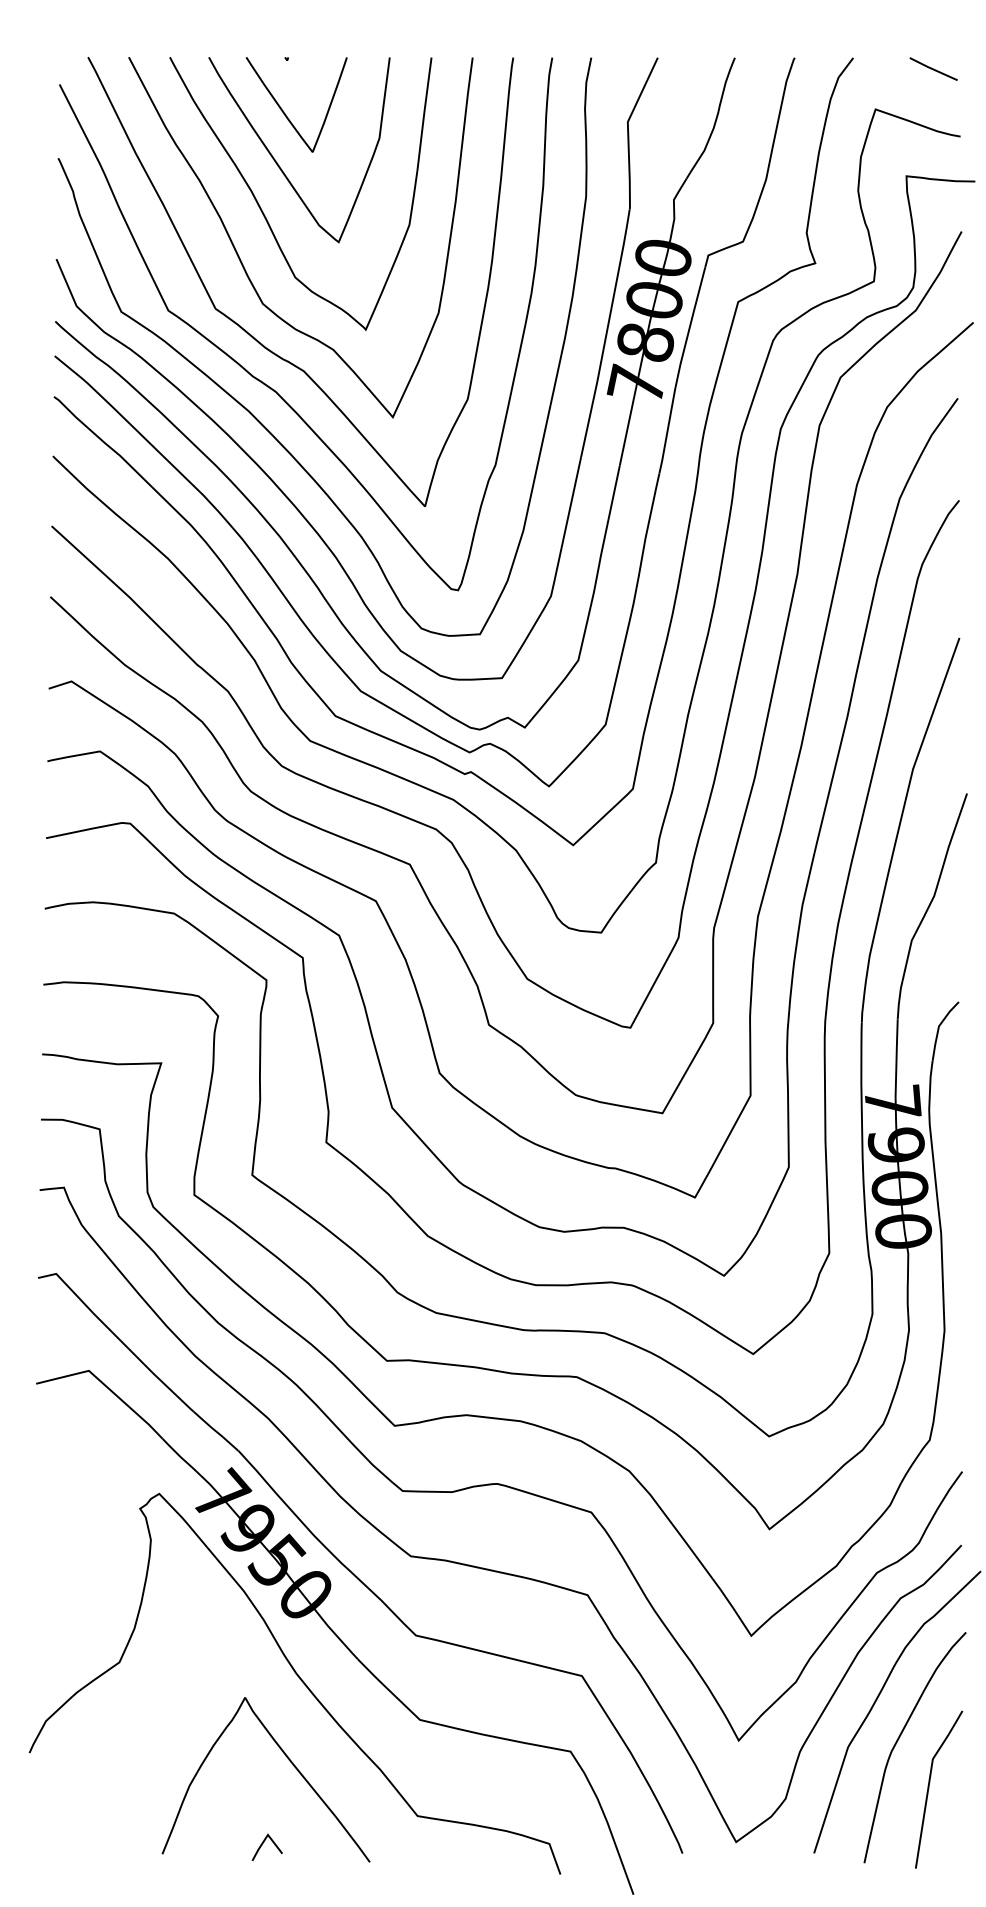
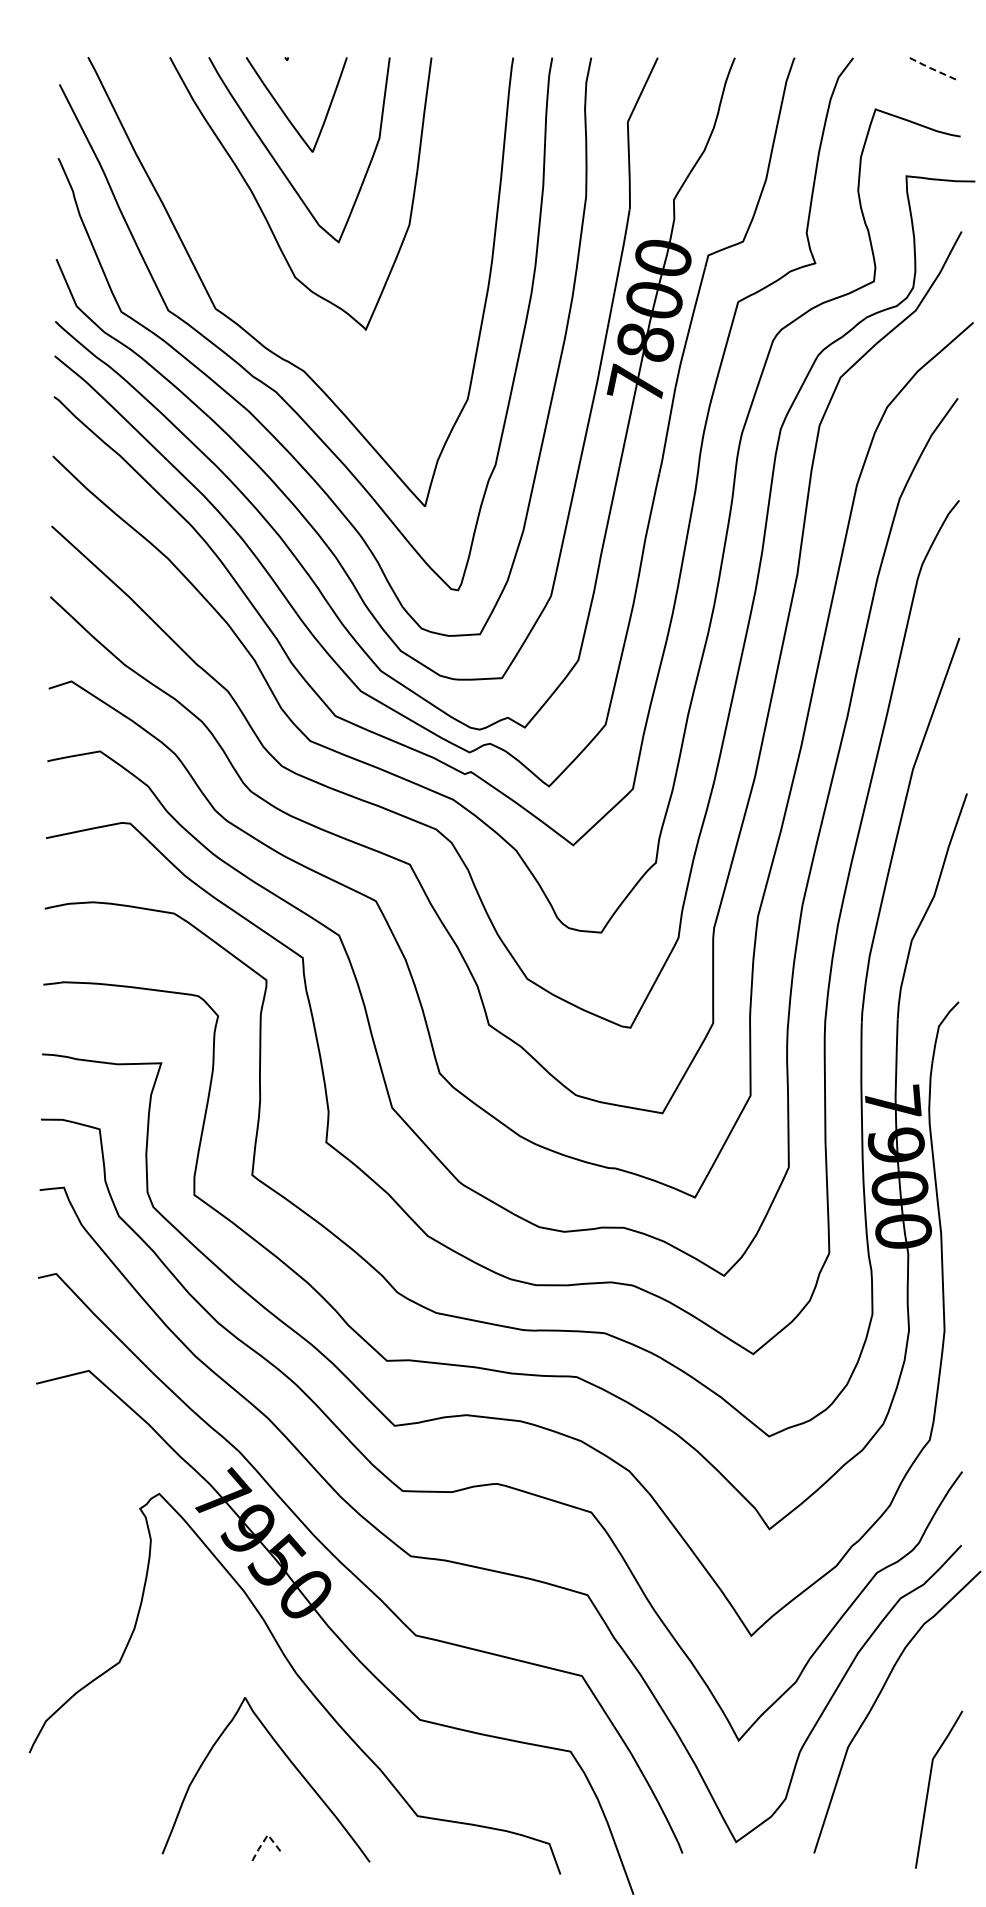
line at (933, 69): solid -> dashed
curve at (244, 266): present -> none
curve at (899, 1739): present -> none
line at (266, 1837): solid -> dashed
